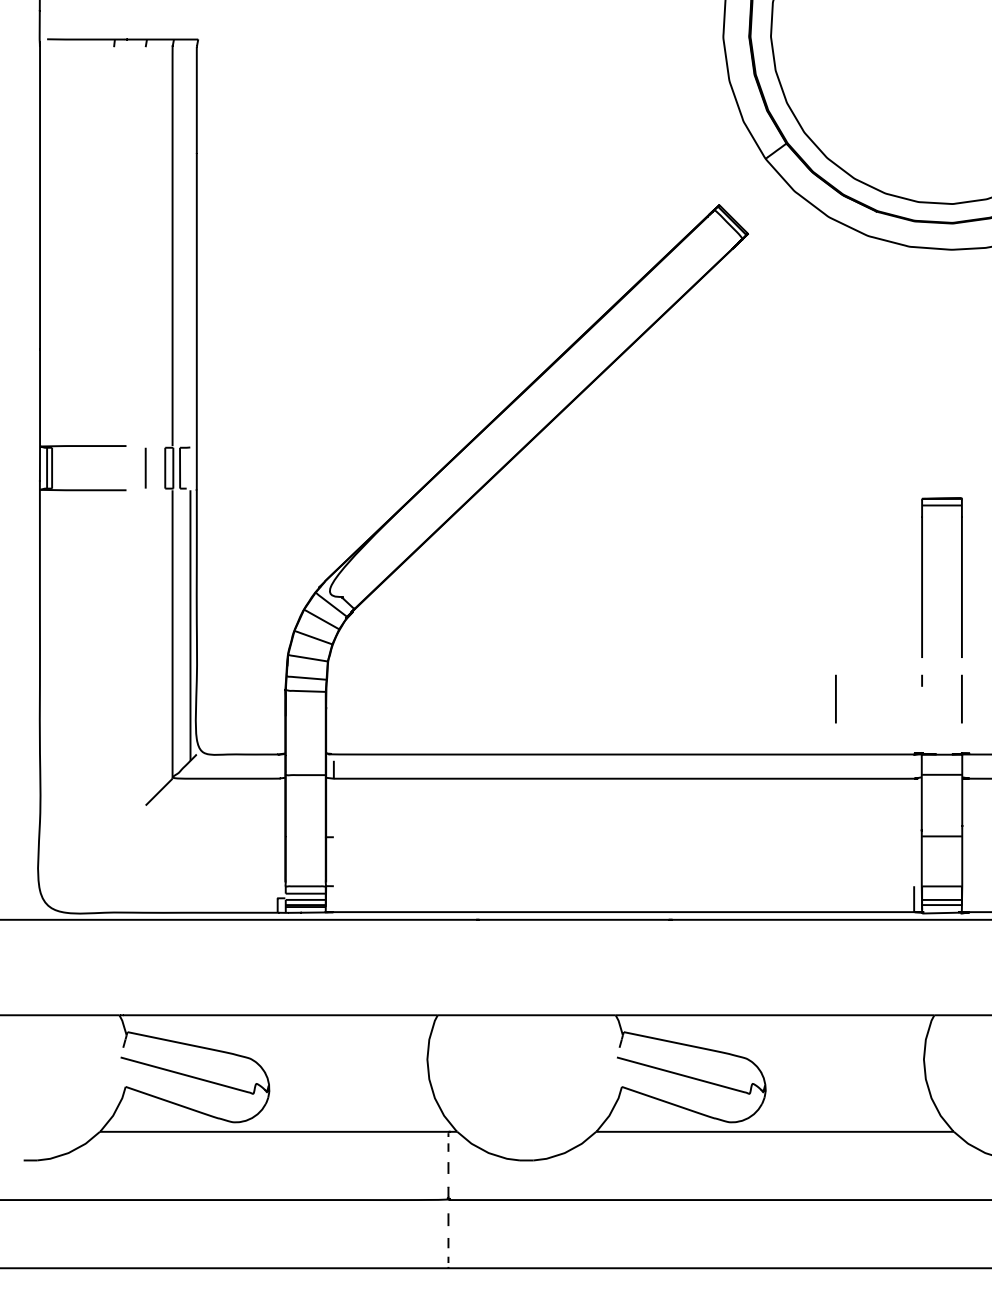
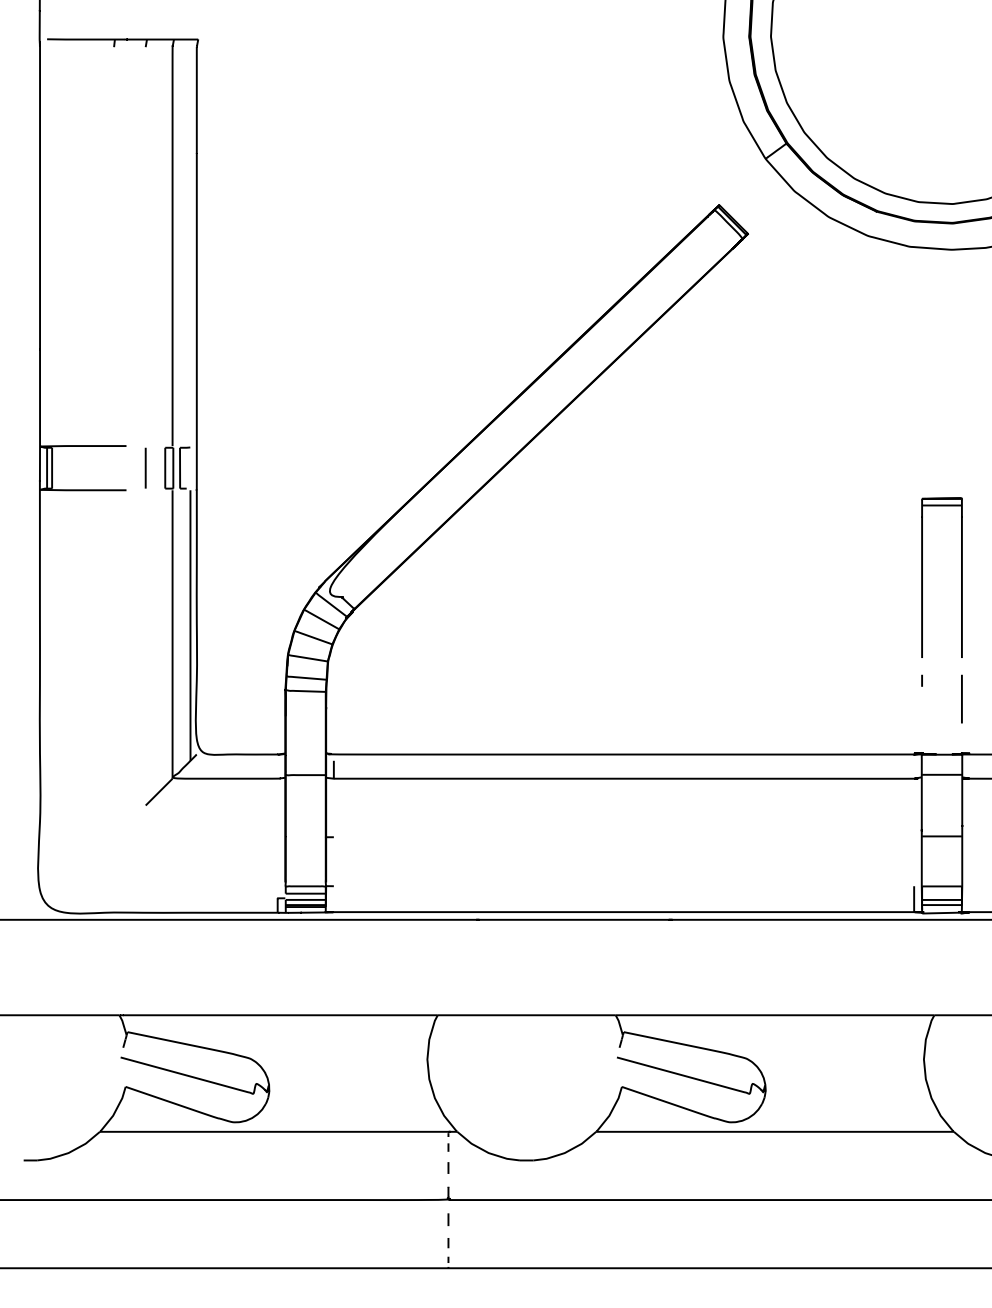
line at (835, 698): present -> none
